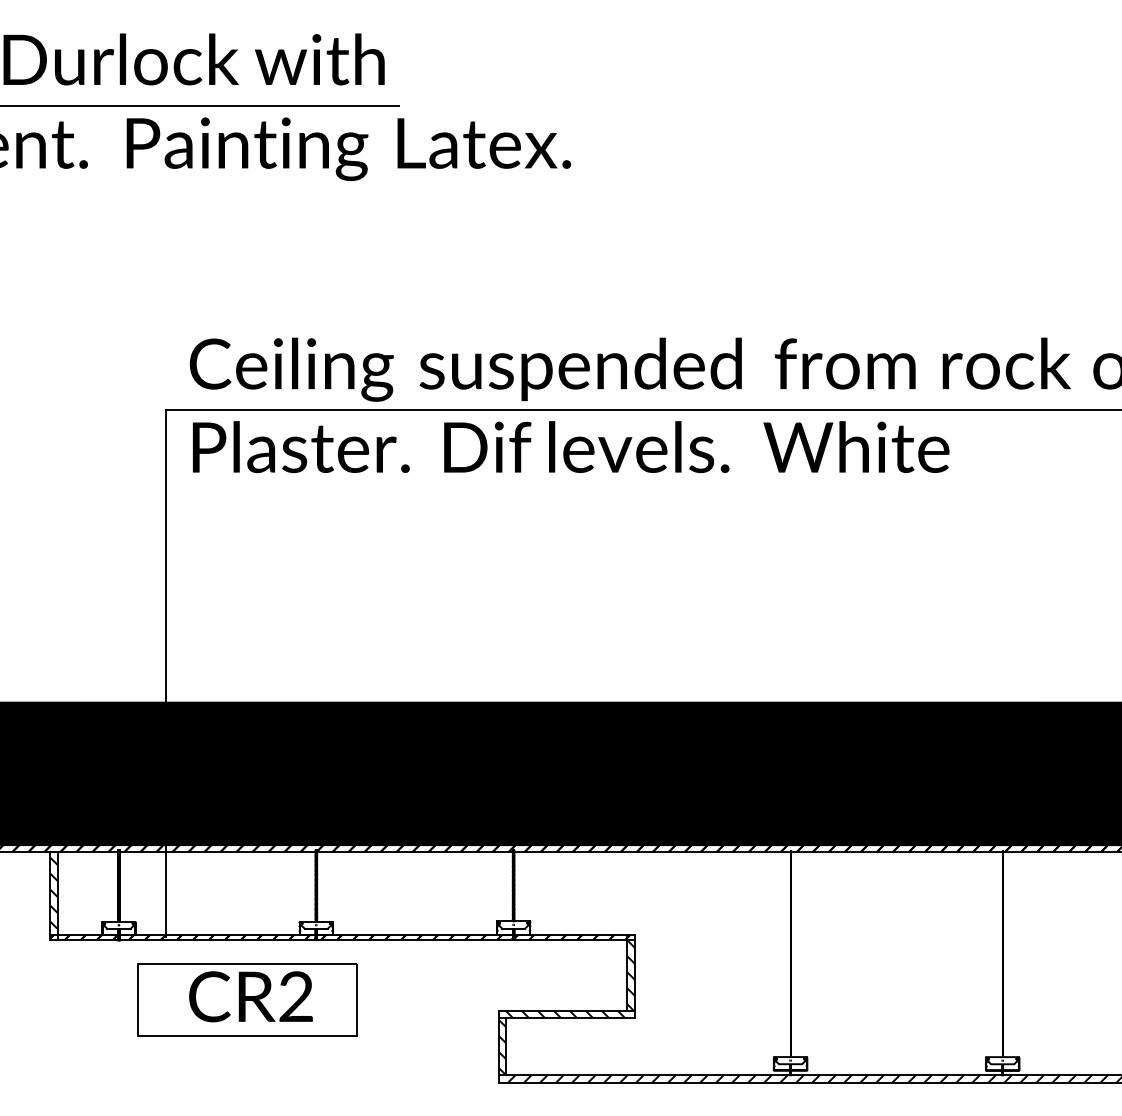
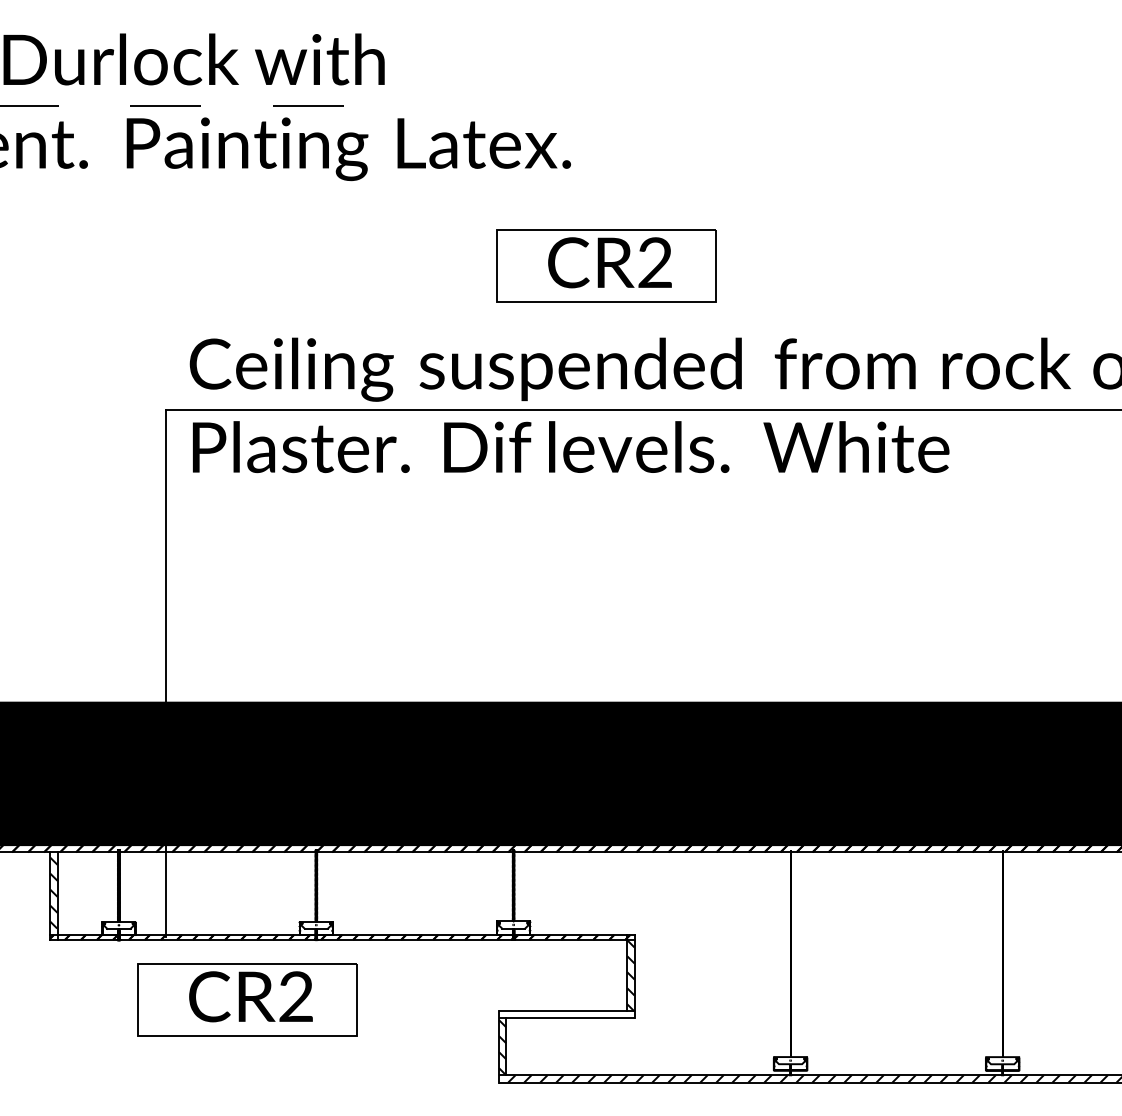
line at (200, 105): solid -> dashed
part at (606, 265): none -> present
hatch at (570, 1014): present -> none
